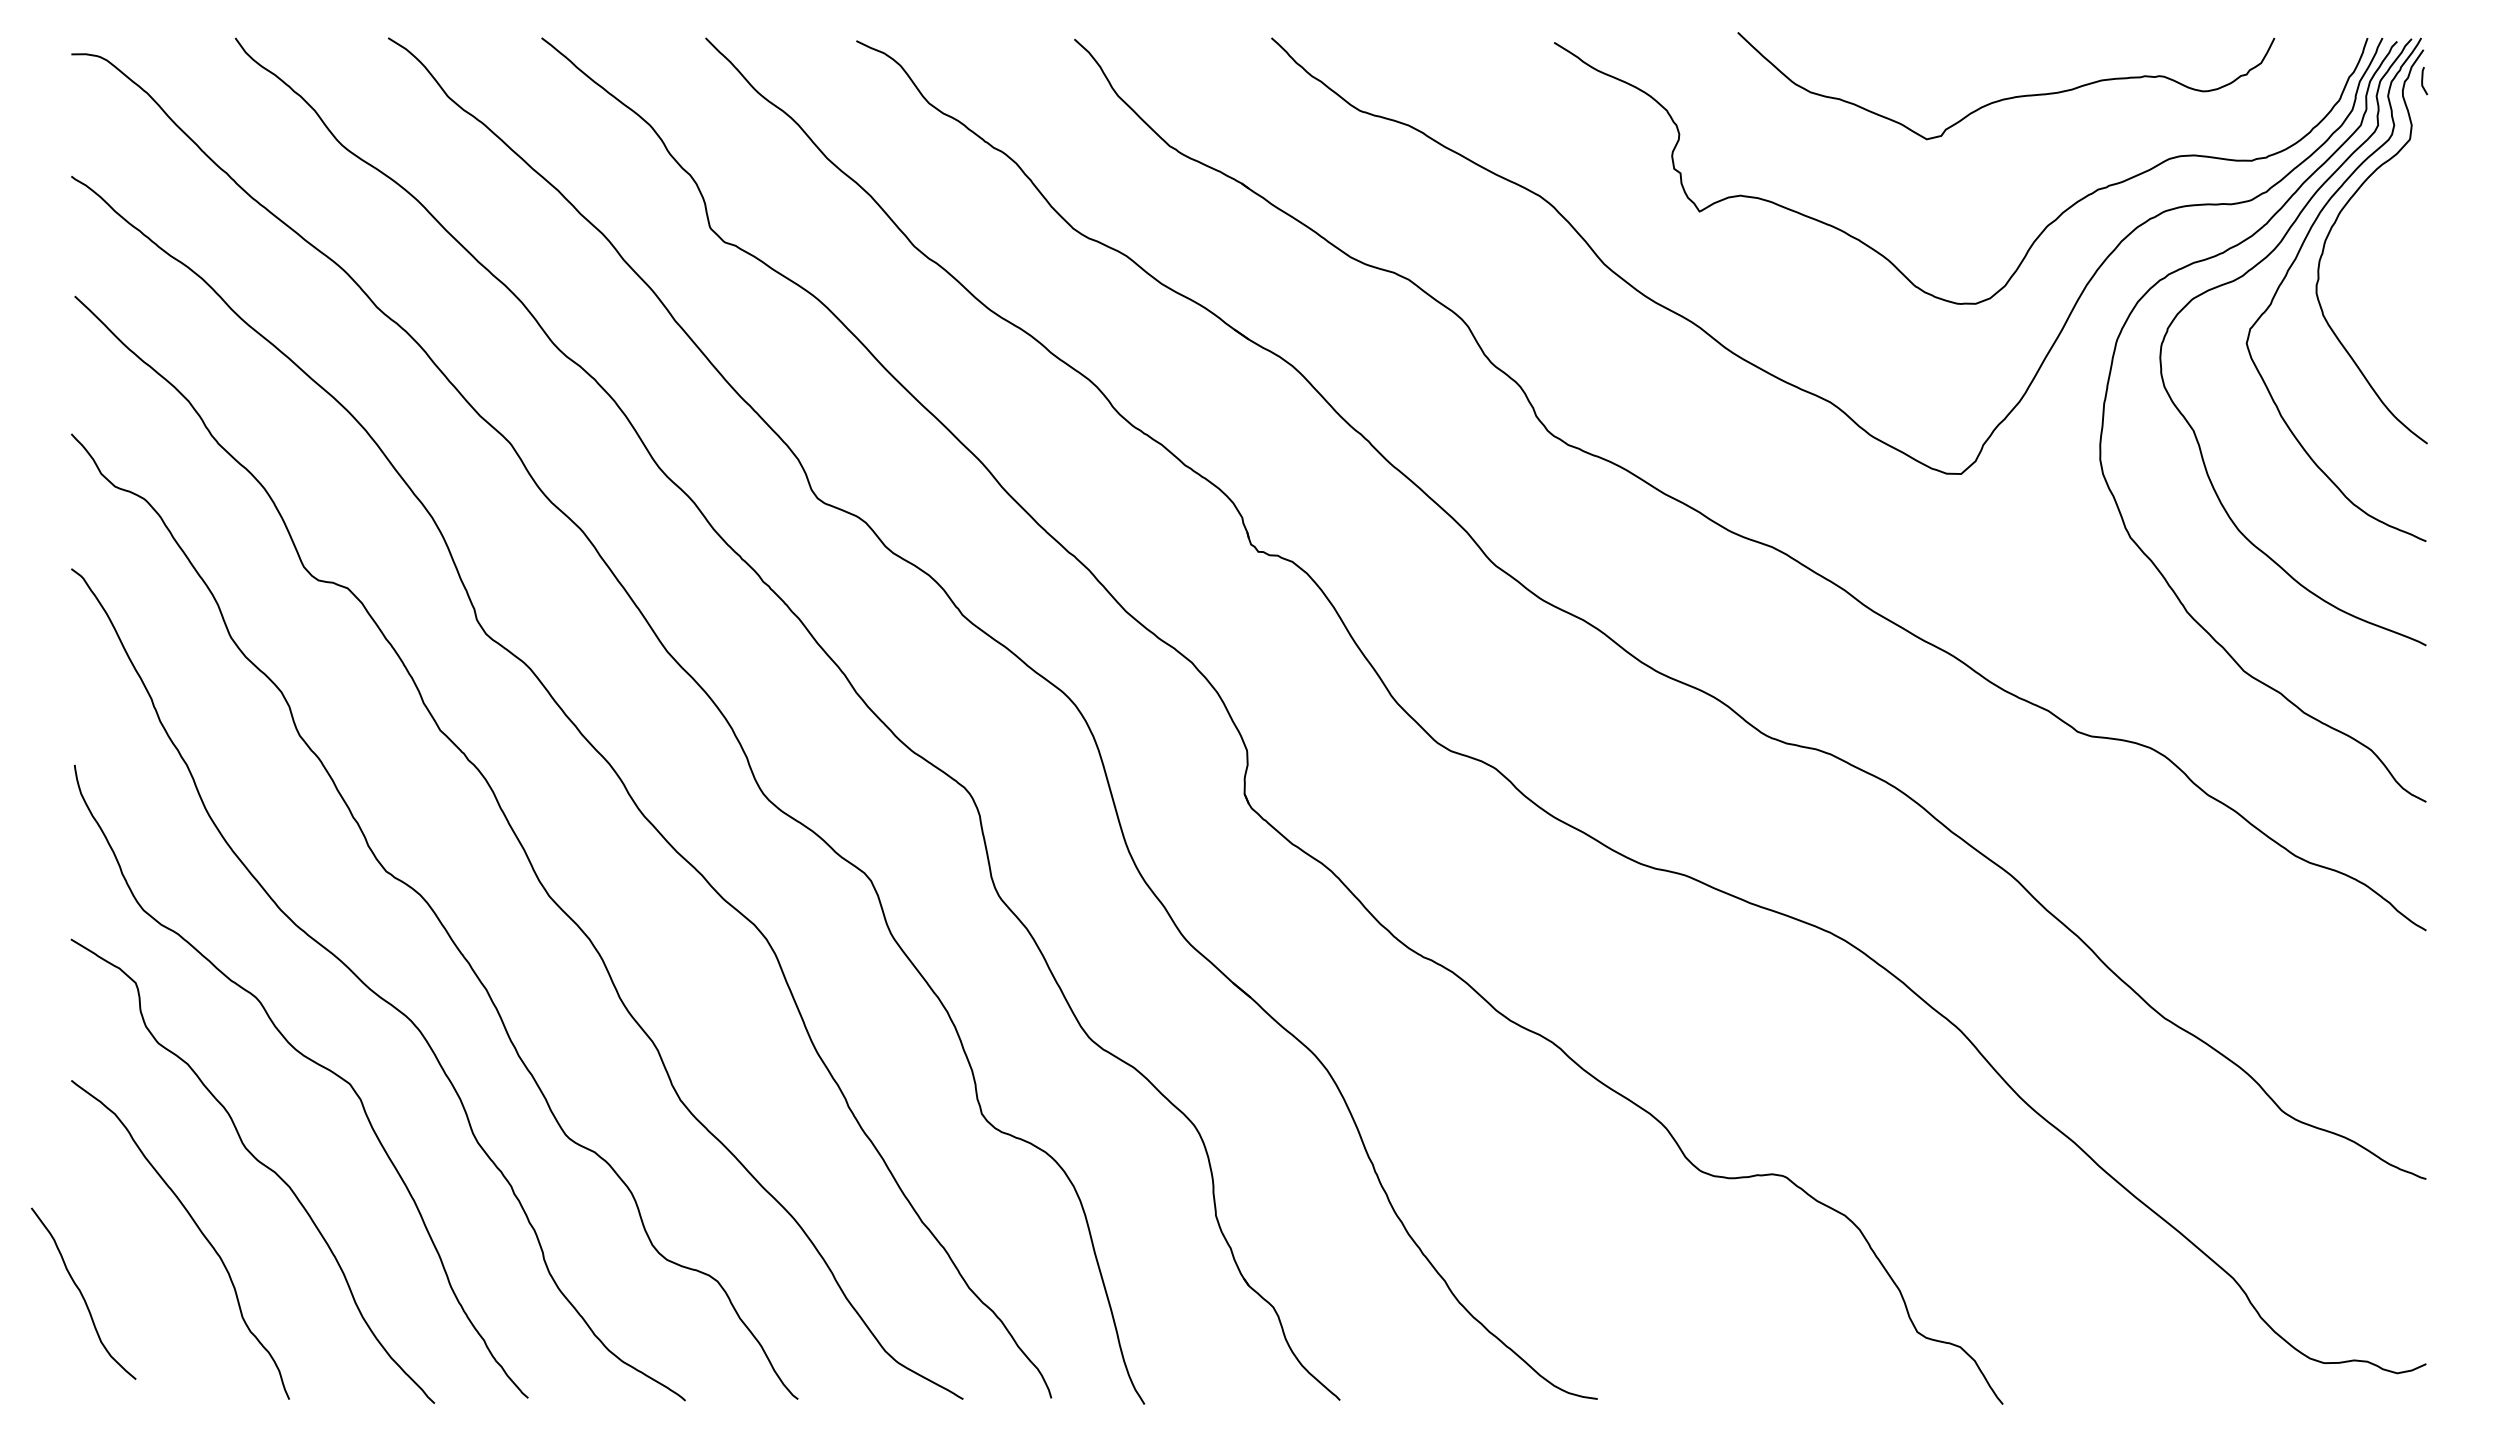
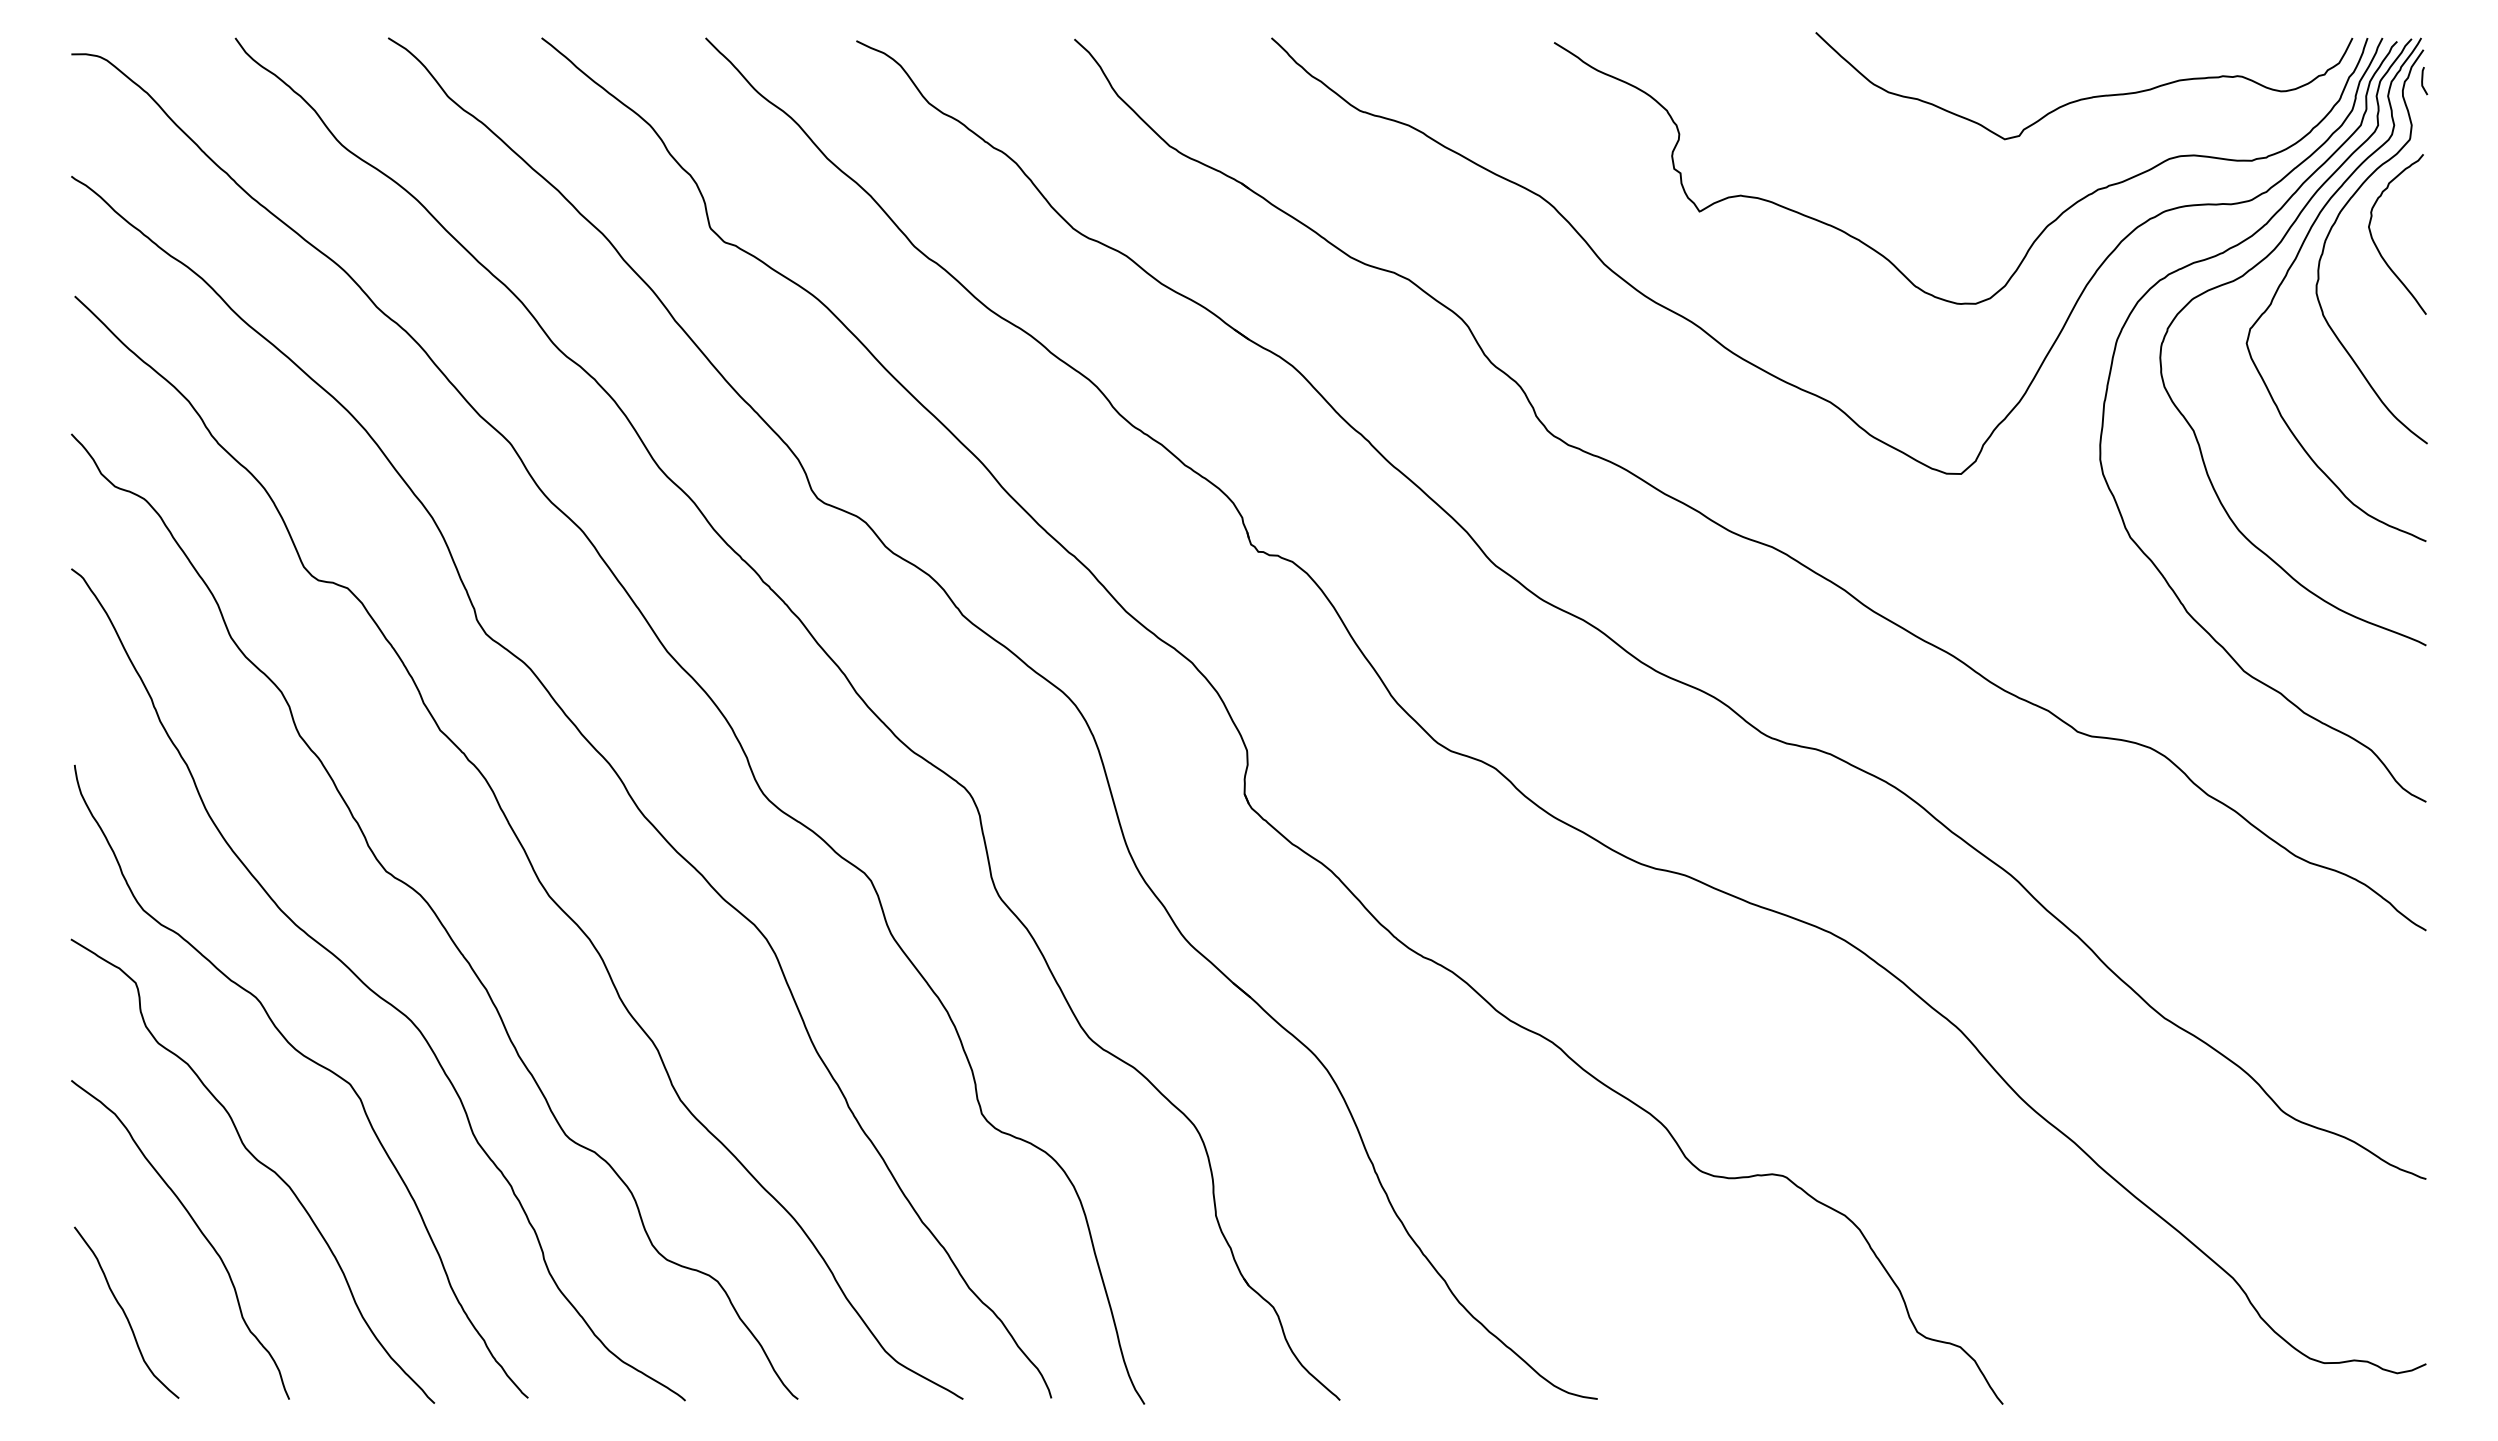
curve at (2007, 97) position: (2007, 97) -> (2085, 97)
curve at (2376, 244): none -> present
curve at (82, 1293) position: (82, 1293) -> (125, 1312)
